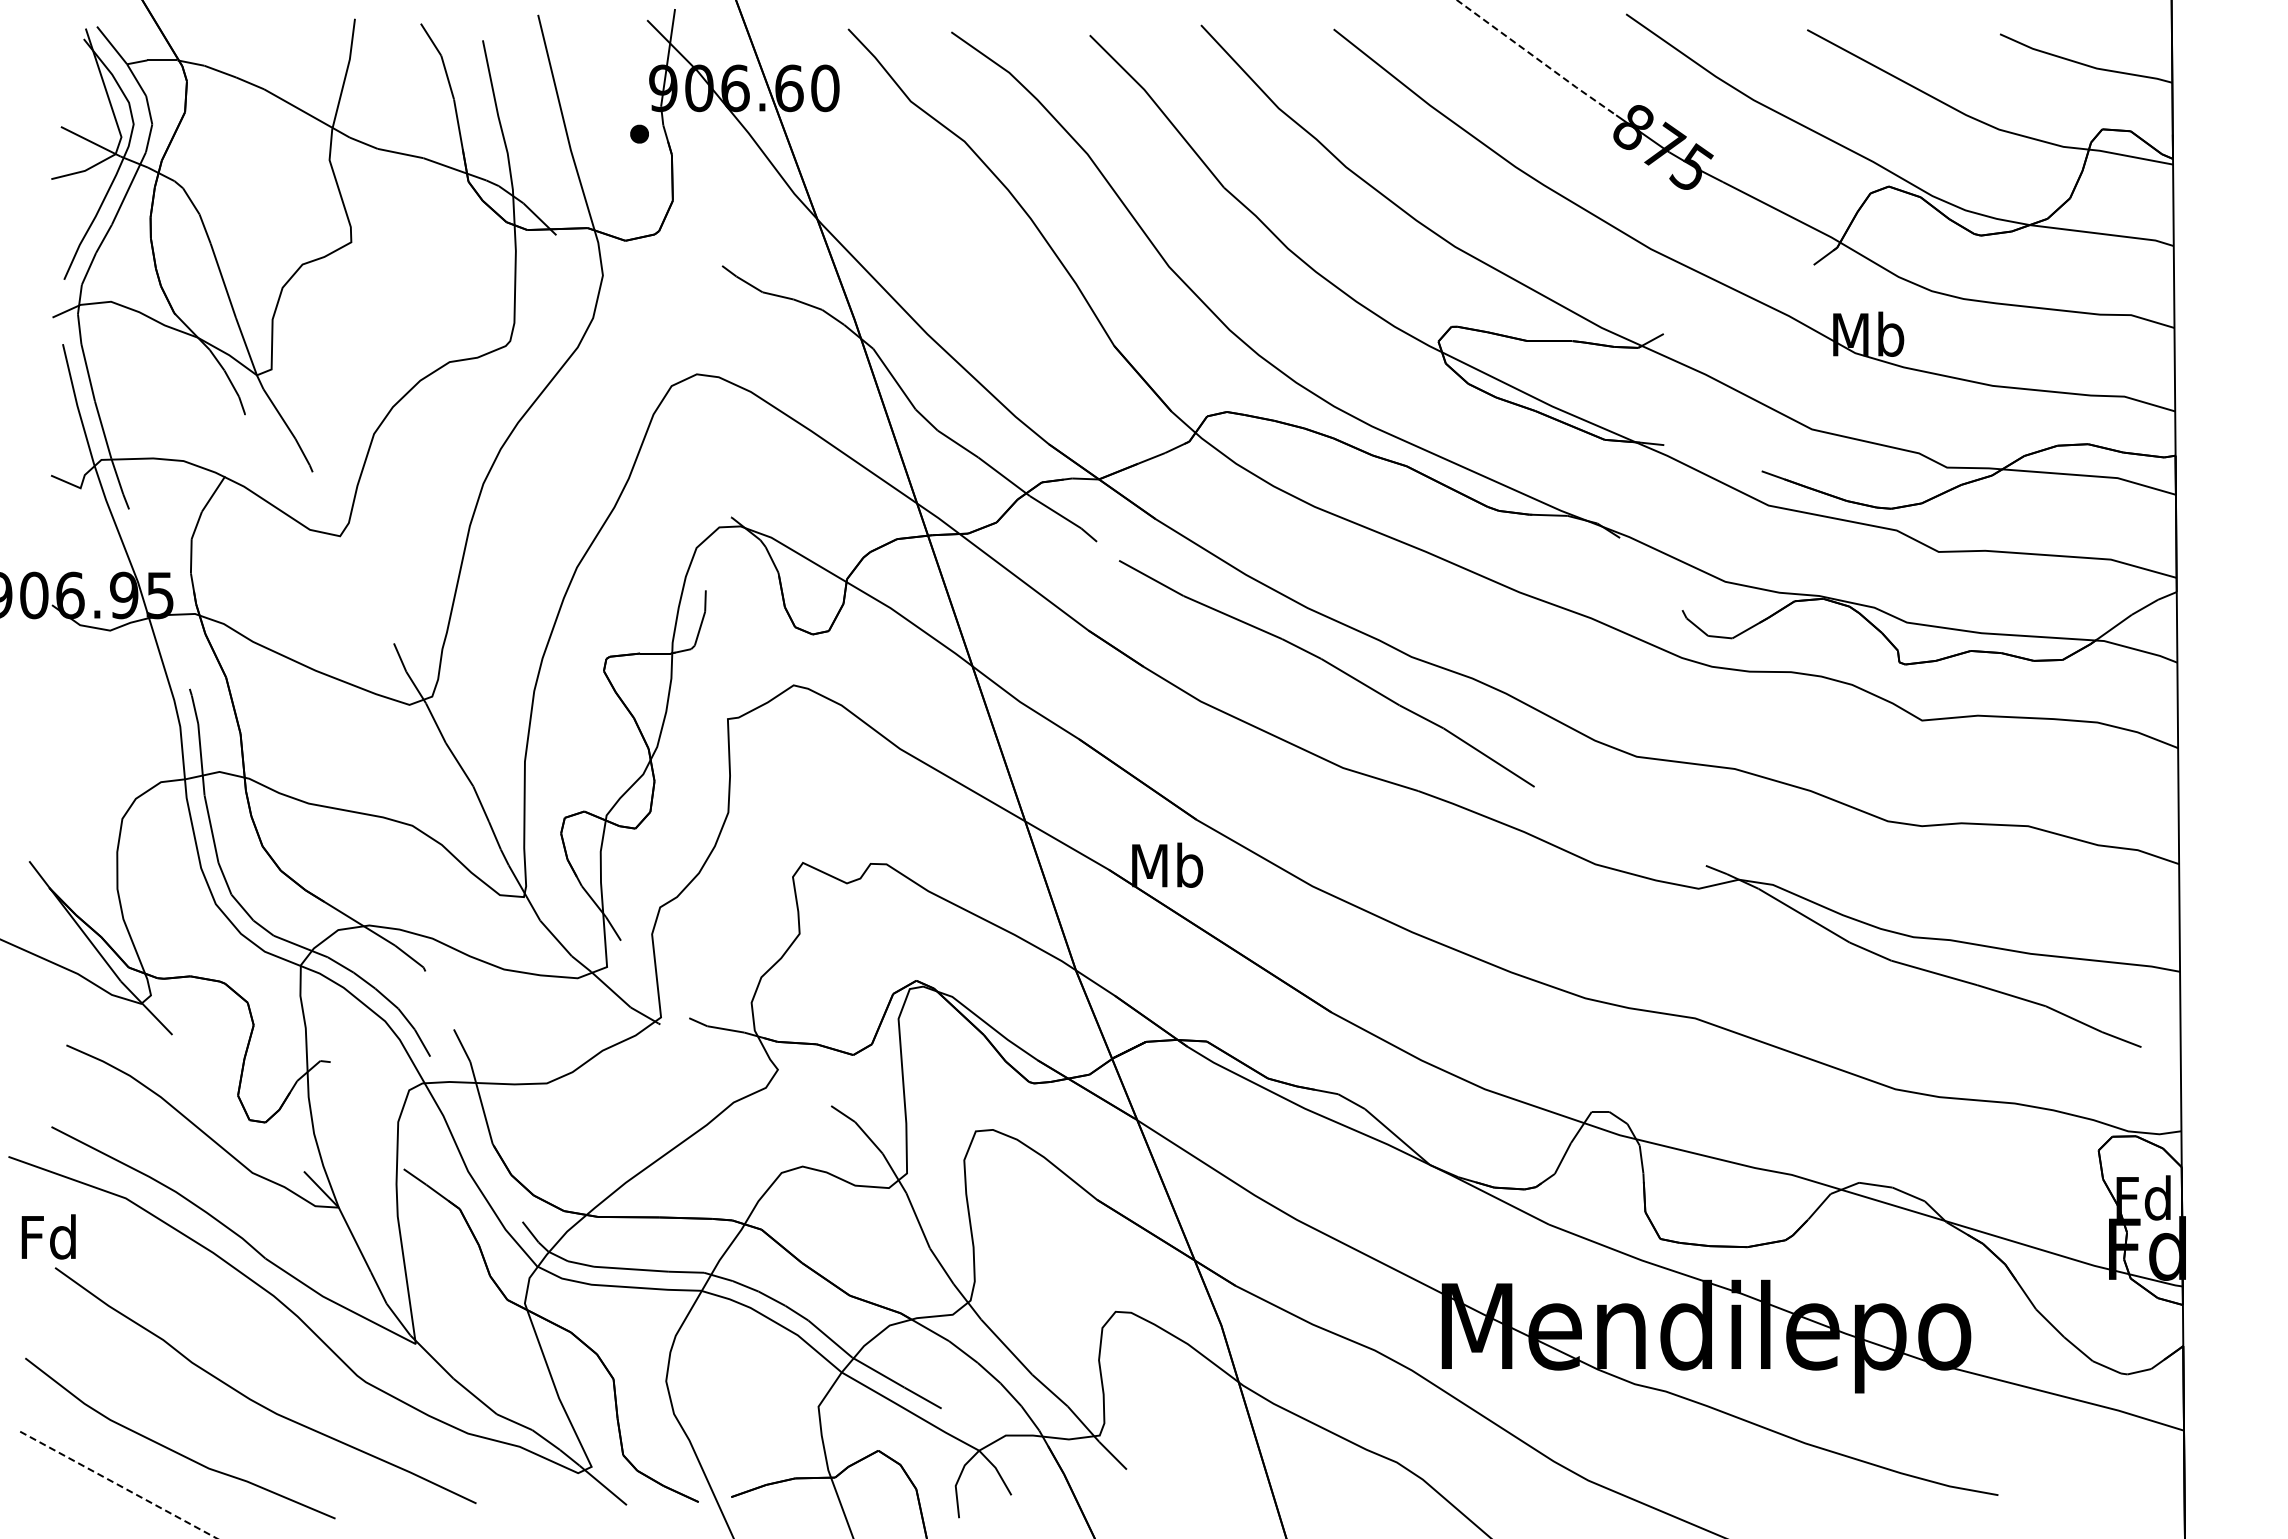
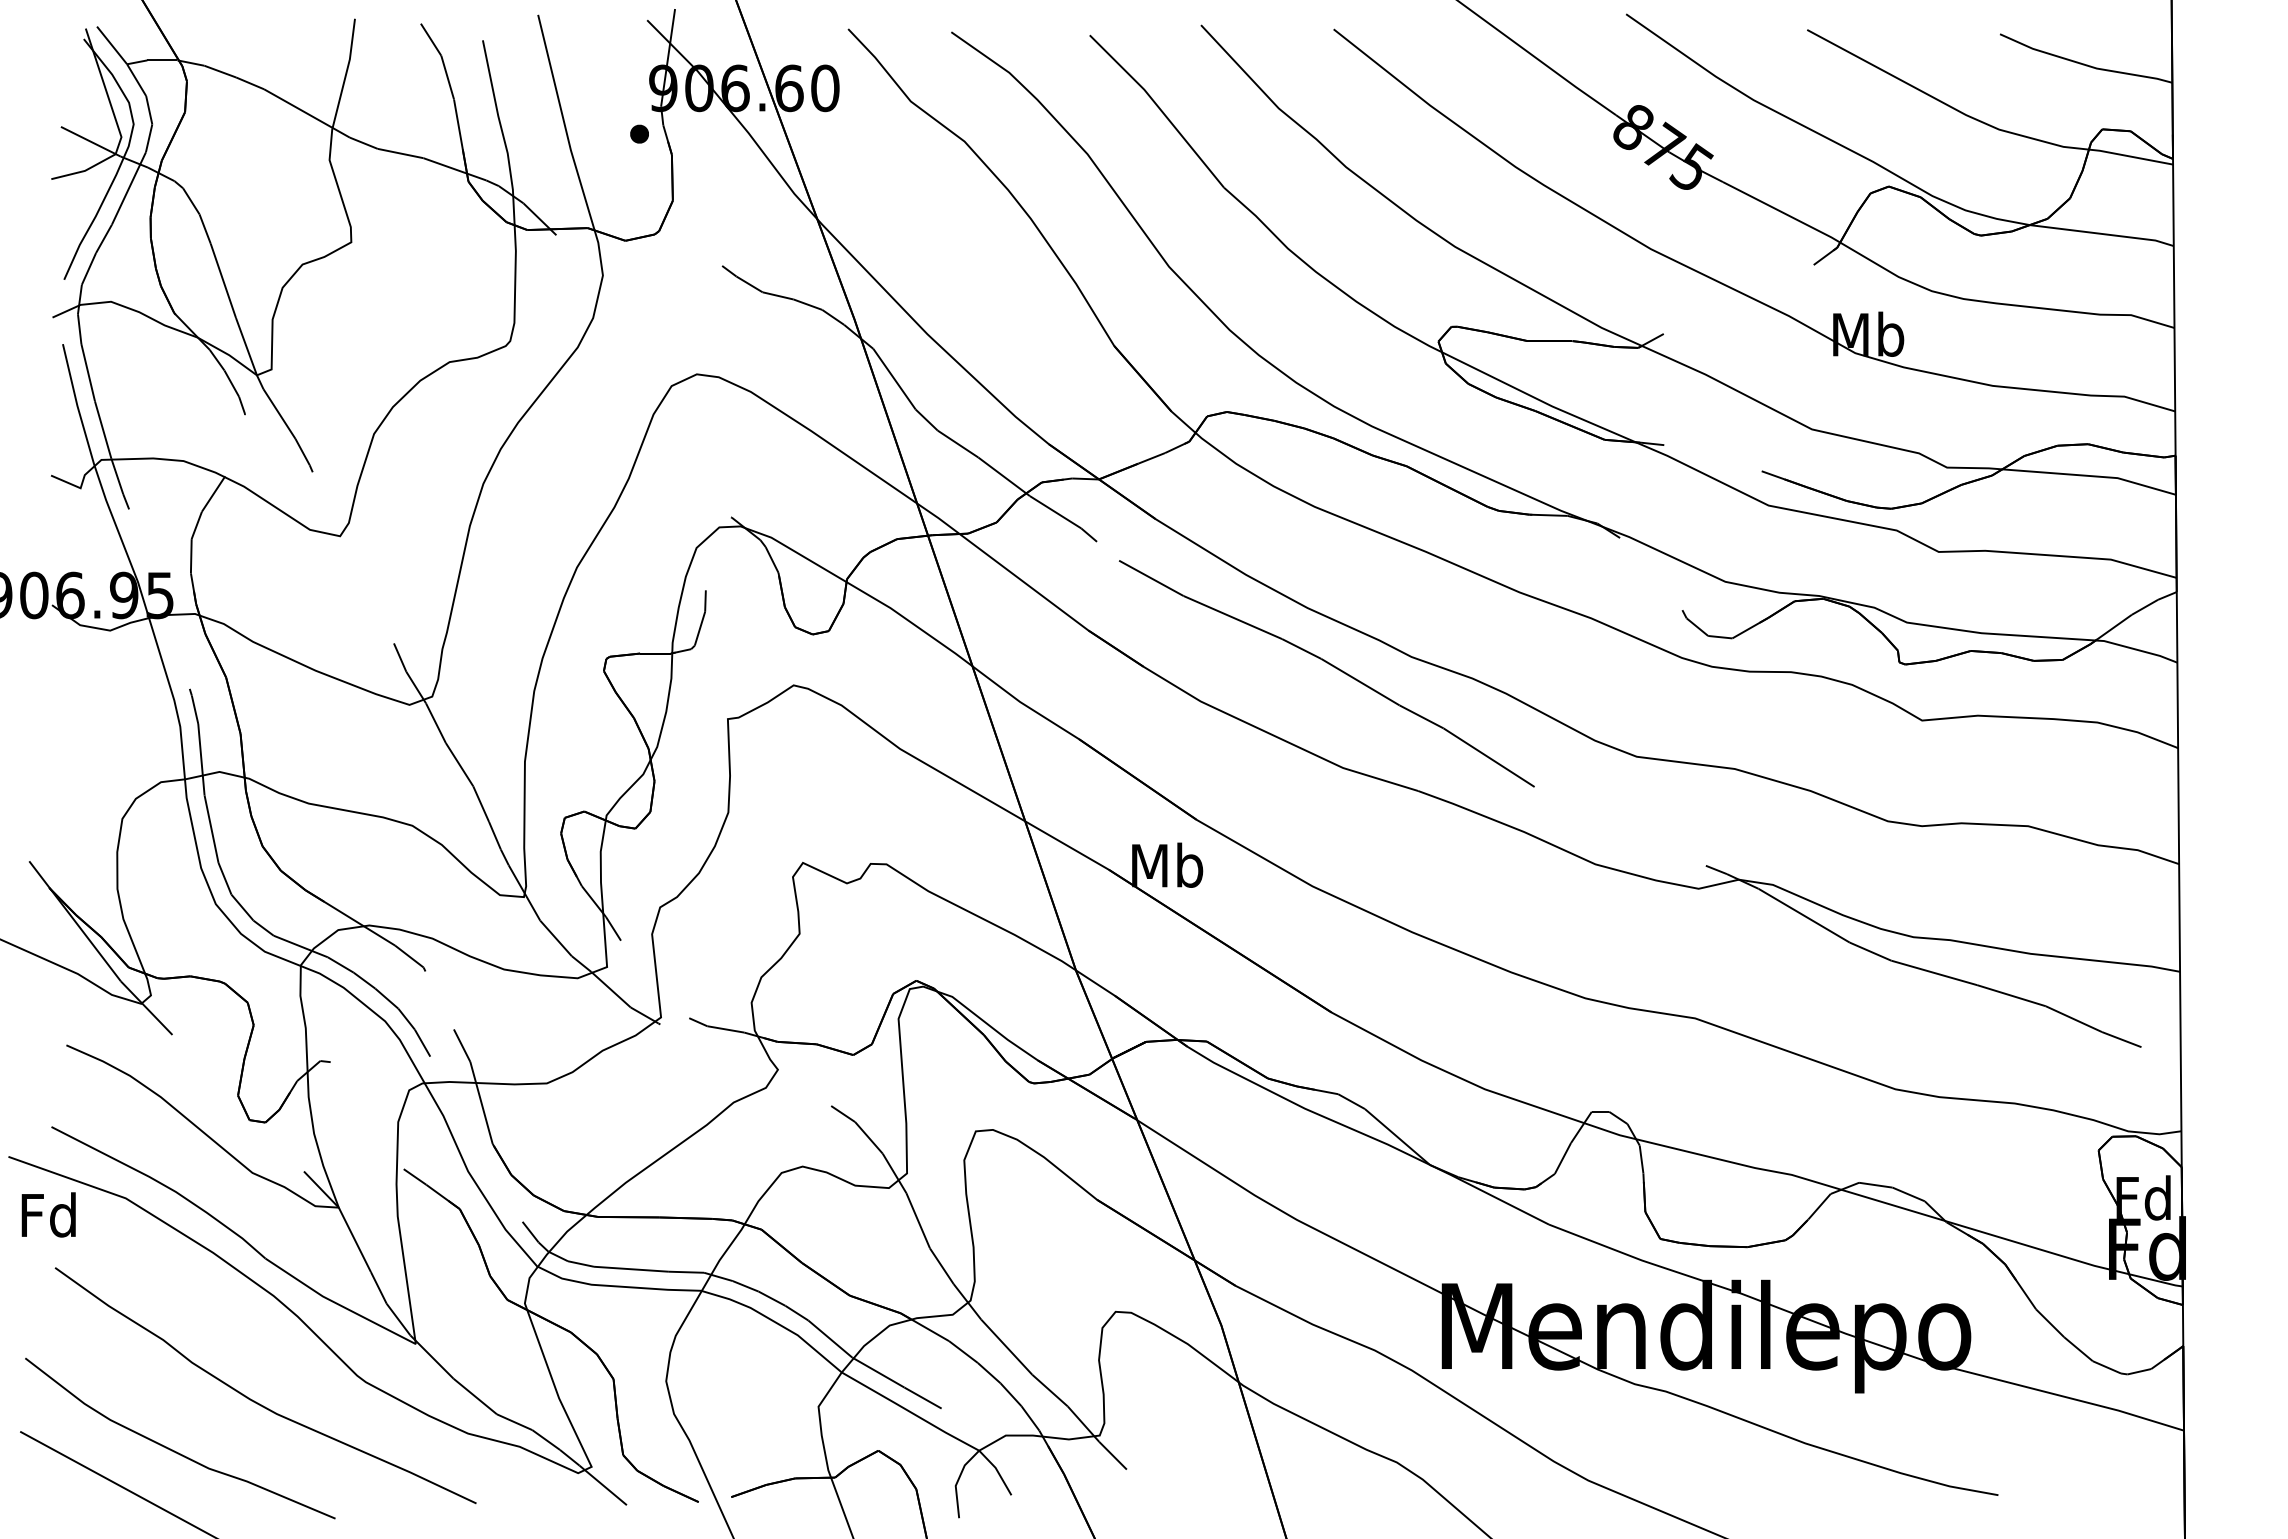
line at (1536, 58): dashed -> solid
text at (48, 1236) position: (48, 1236) -> (48, 1214)
line at (119, 1485): dashed -> solid
